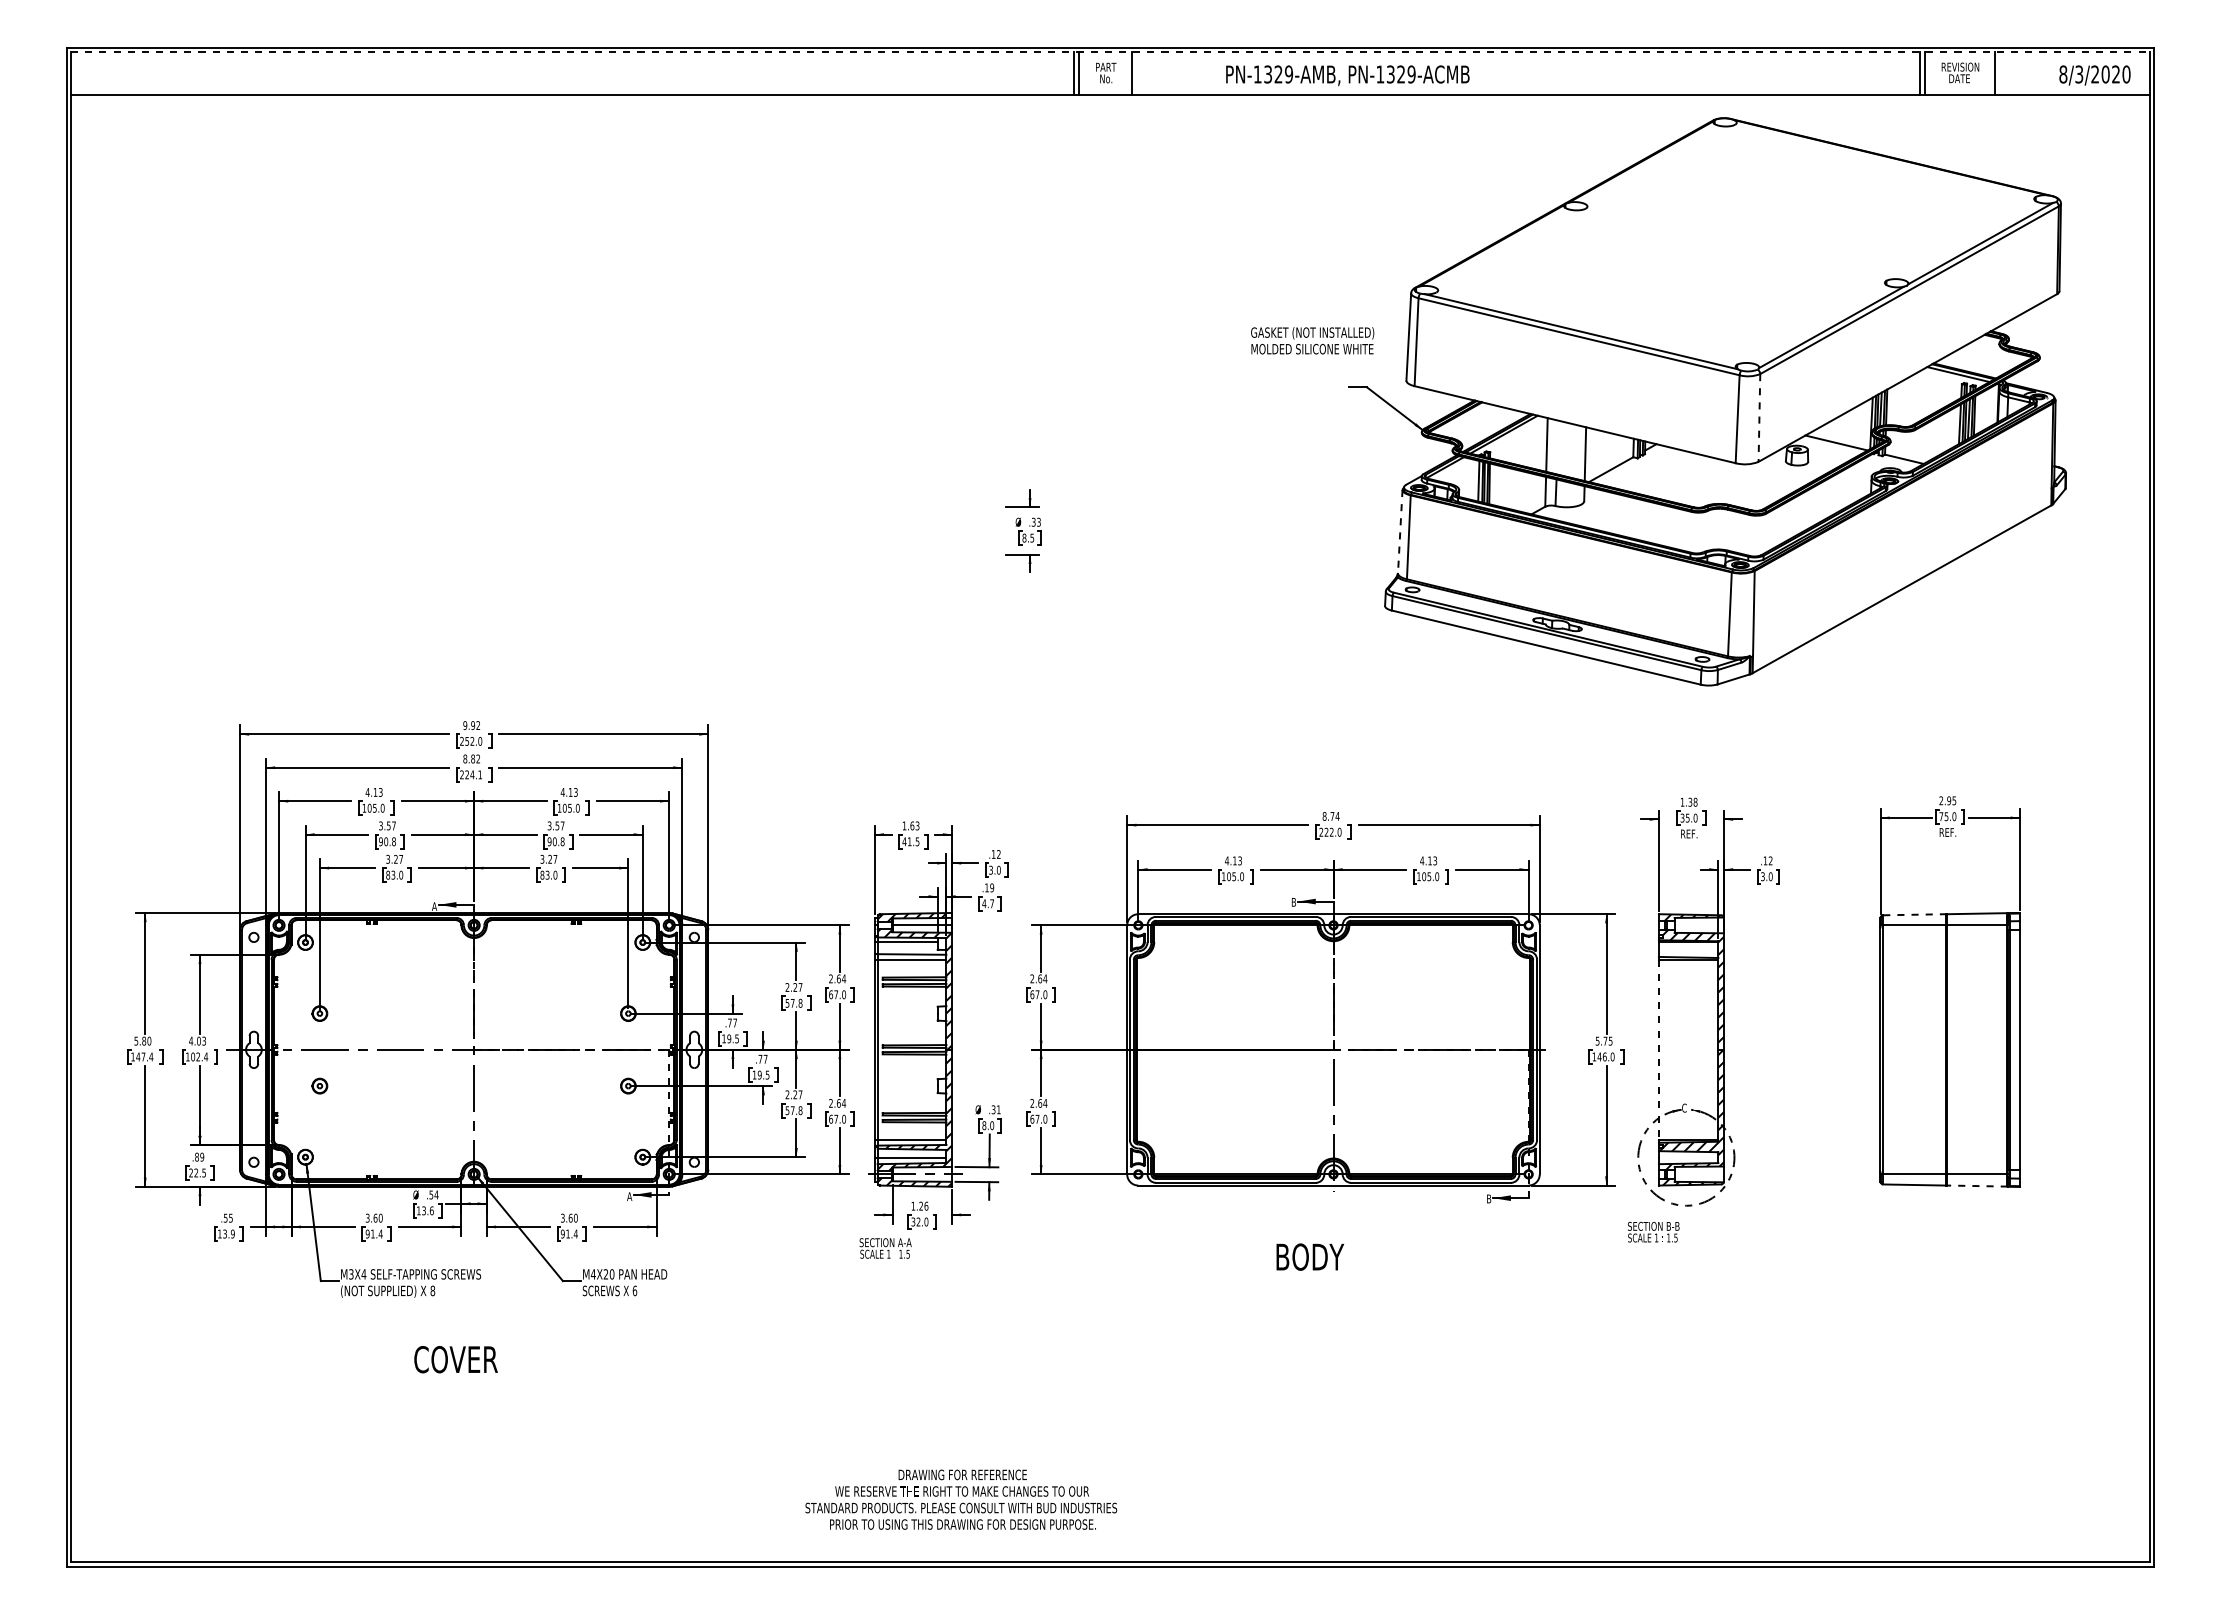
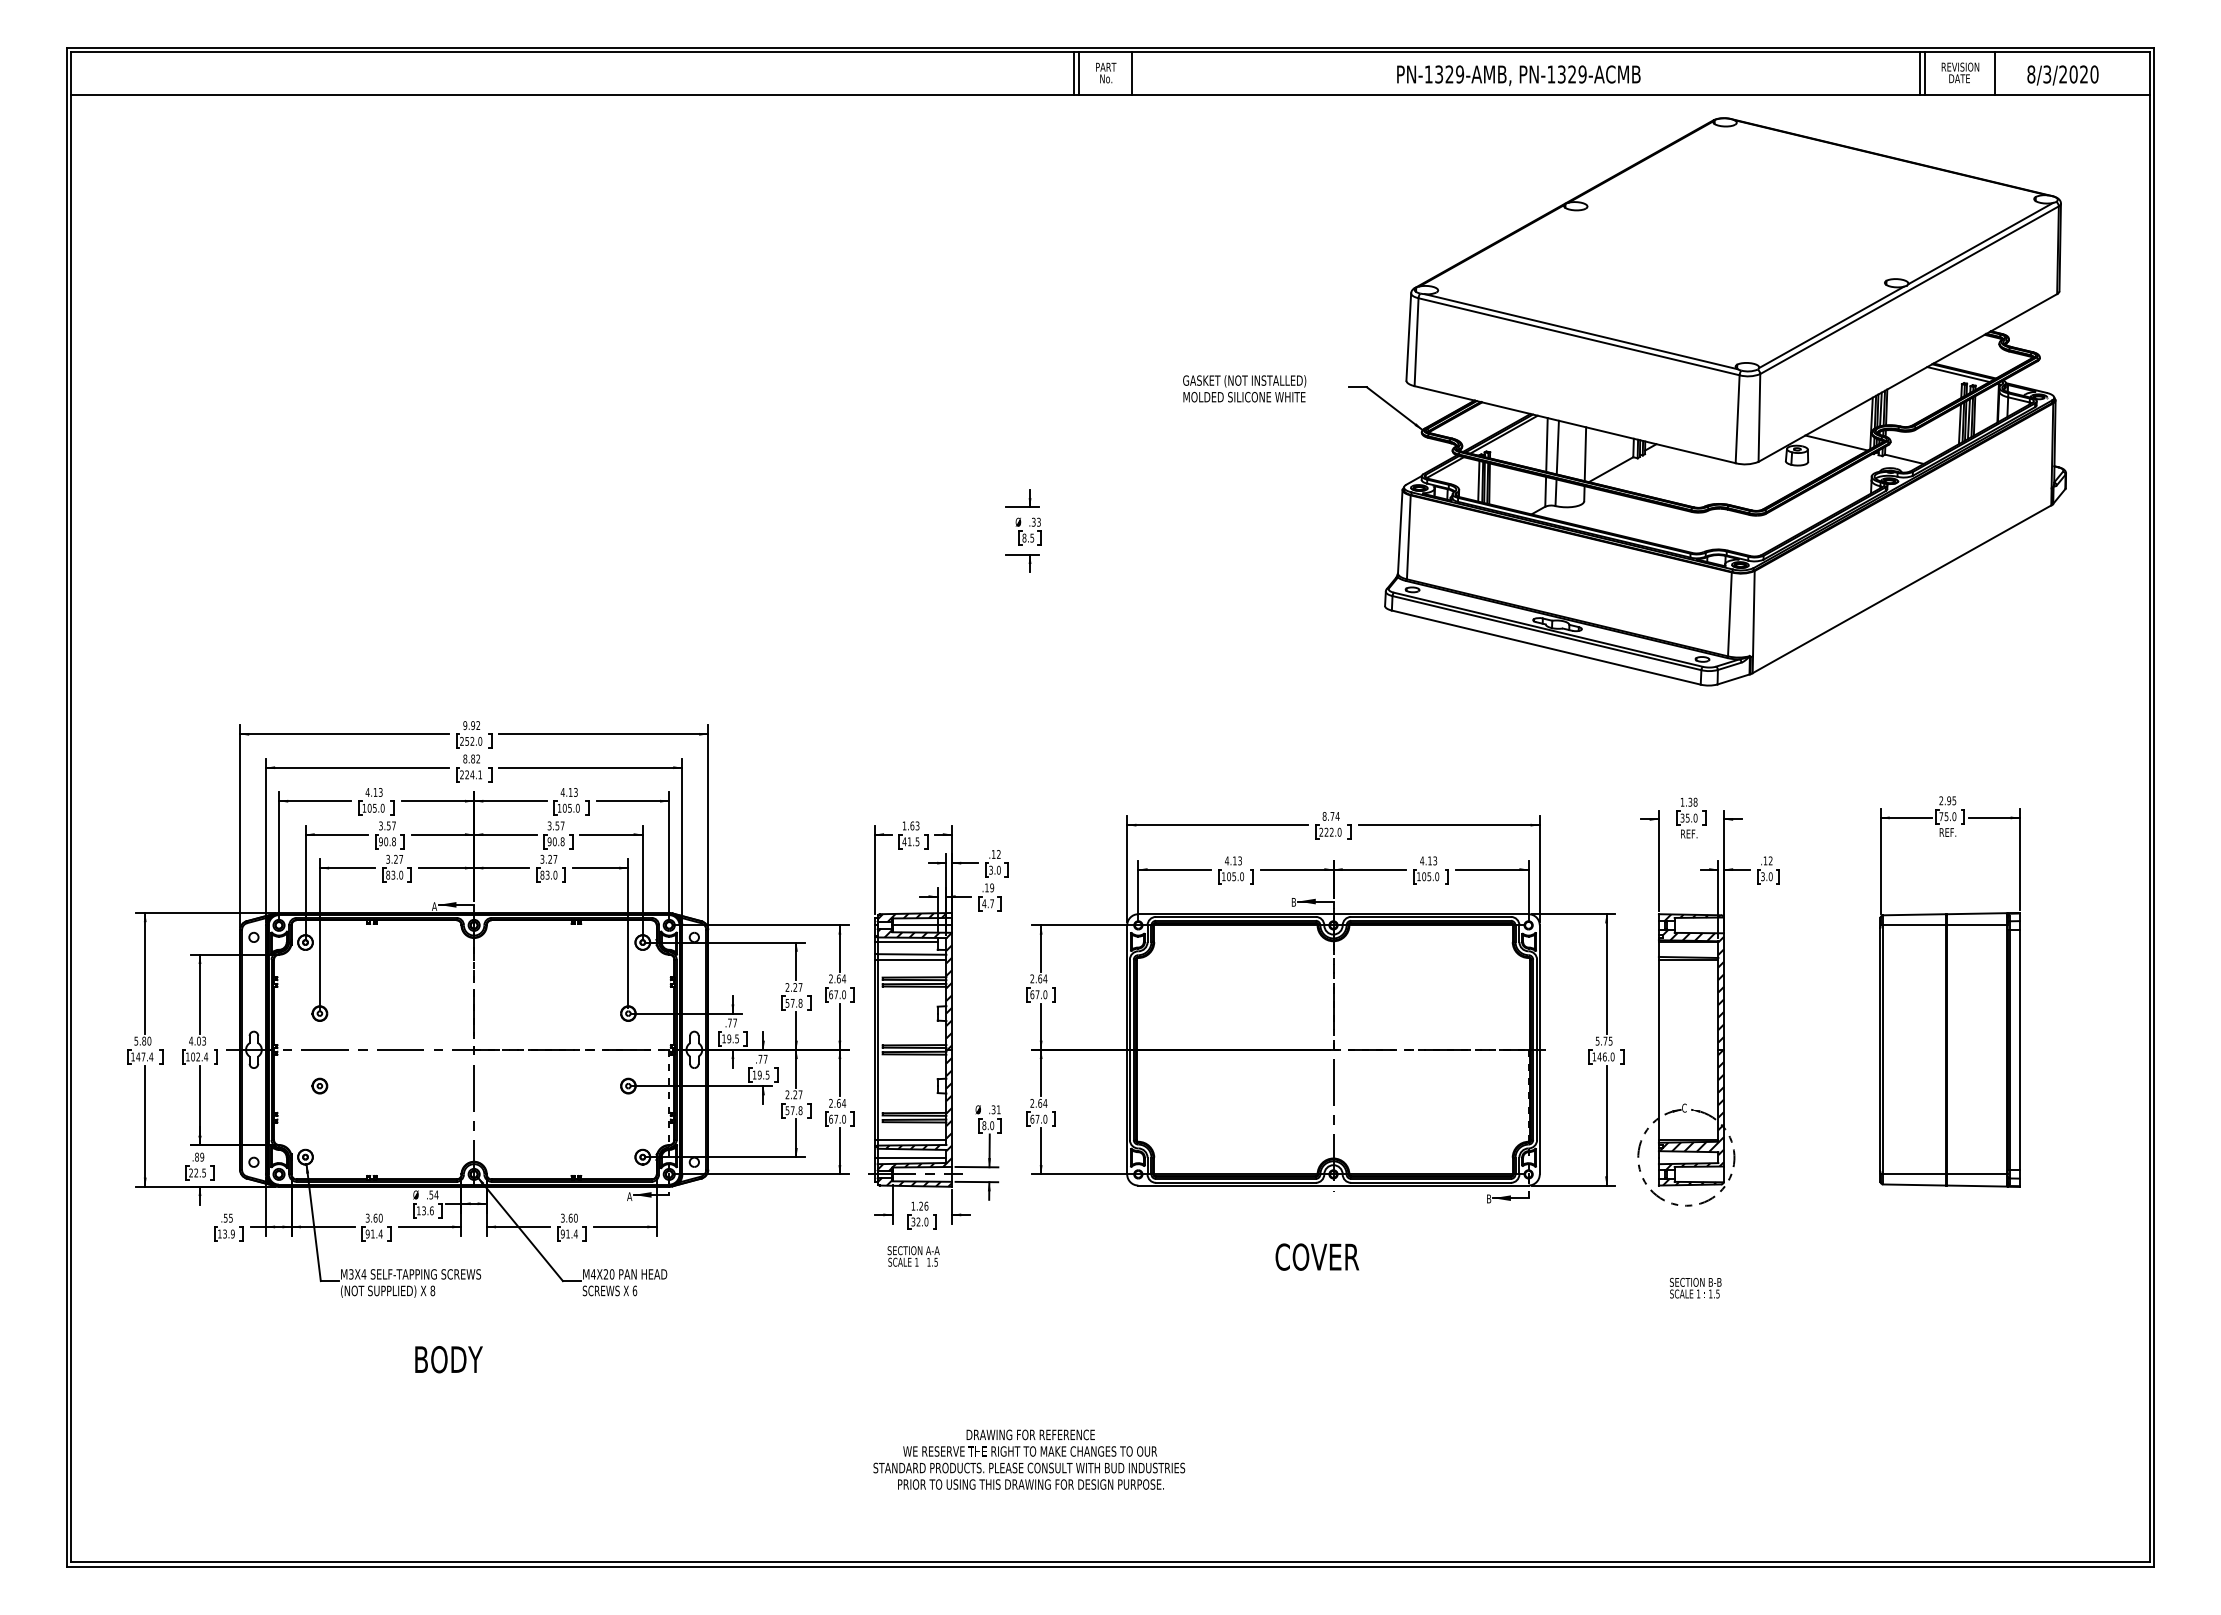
line at (1110, 52): dashed -> solid
text at (1347, 75) position: (1347, 75) -> (1518, 75)
text at (2094, 75) position: (2094, 75) -> (2062, 75)
text at (1312, 340) position: (1312, 340) -> (1244, 388)
line at (1759, 417): dashed -> solid
line at (1557, 447): none -> present
line at (1400, 531): dashed -> solid
line at (1914, 914): dashed -> solid
line at (1658, 1050): dashed -> solid
line at (1977, 1186): dashed -> solid
text at (1653, 1232) position: (1653, 1232) -> (1695, 1288)
text at (885, 1248) position: (885, 1248) -> (913, 1256)
text at (1317, 1256): BODY -> COVER
text at (455, 1359): COVER -> BODY
text at (961, 1499) position: (961, 1499) -> (1029, 1459)
